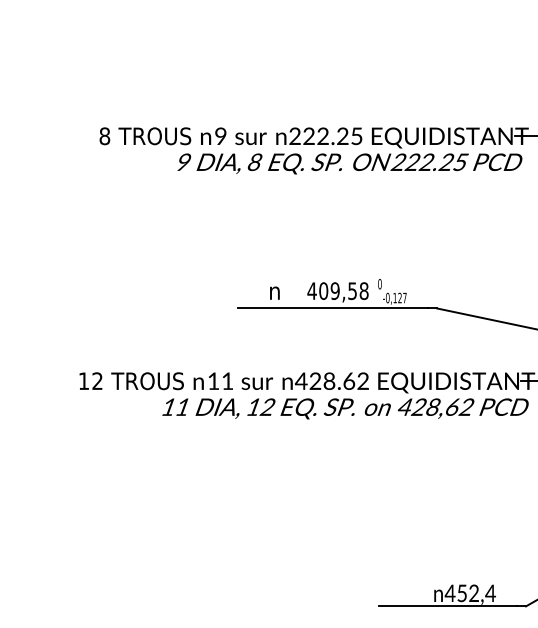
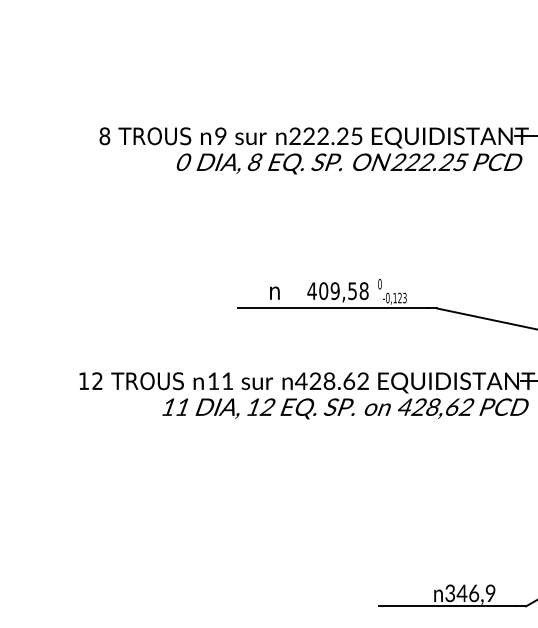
text at (183, 162): 9 -> 0
text at (404, 297): -0,127 -> -0,123
text at (469, 593): 452,4 -> 346,9
